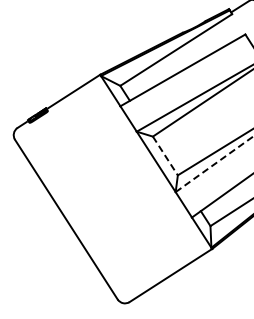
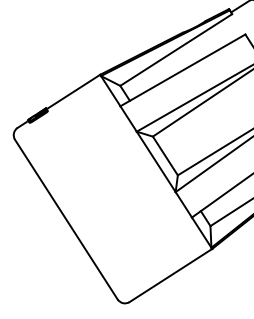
line at (165, 156): dashed -> solid
line at (214, 164): dashed -> solid
